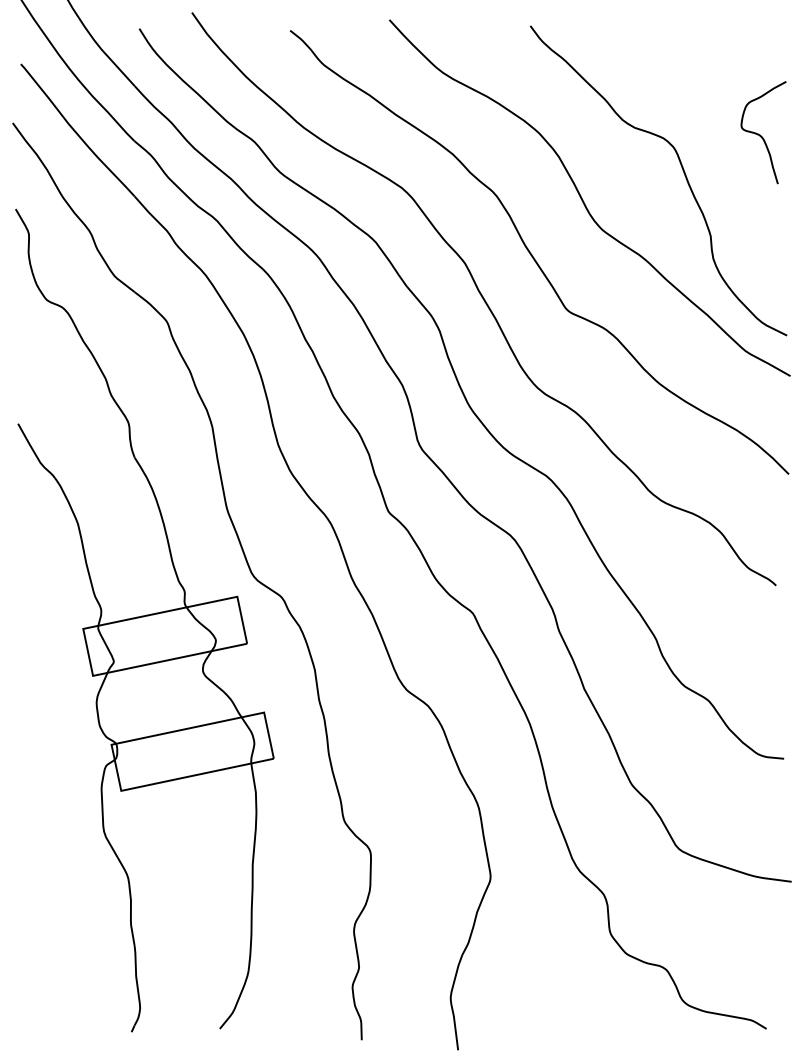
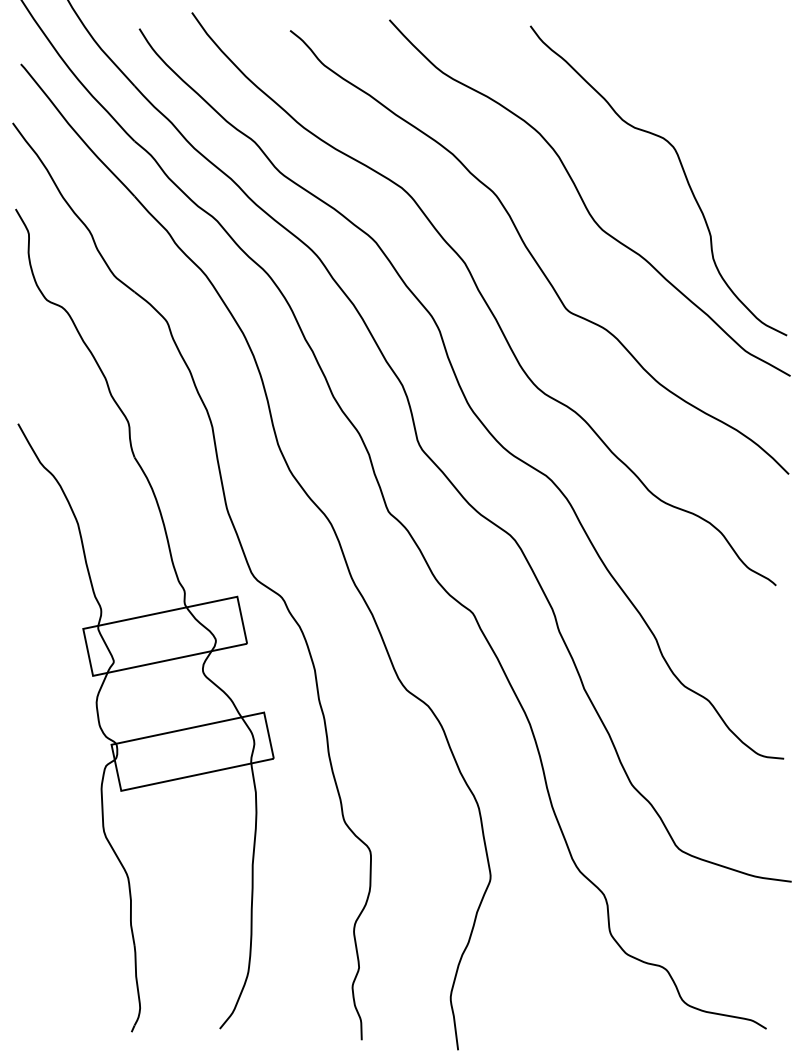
curve at (760, 134): present -> none
